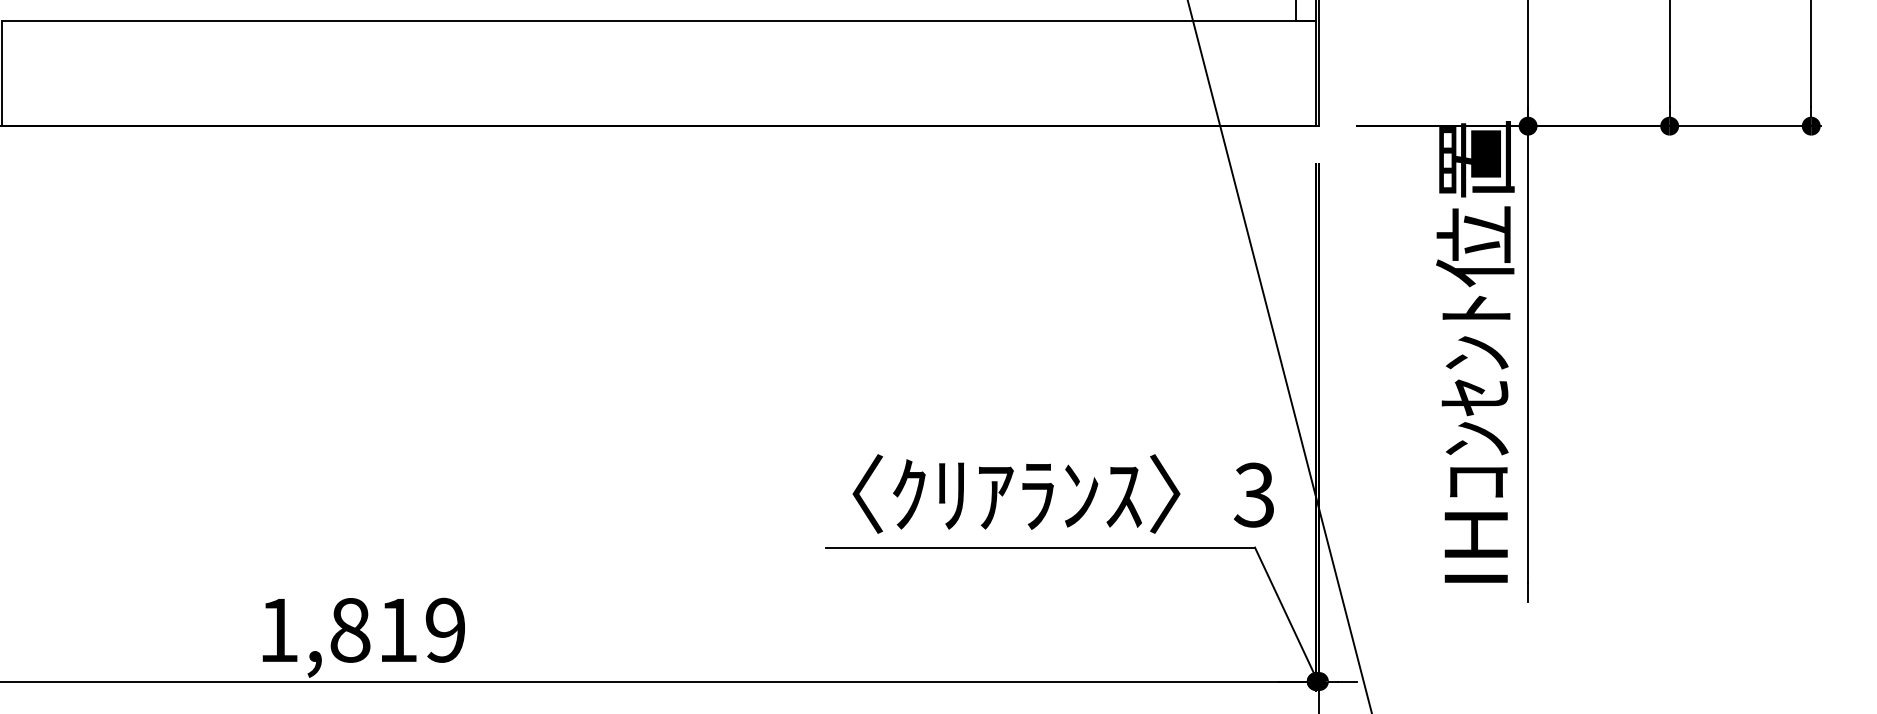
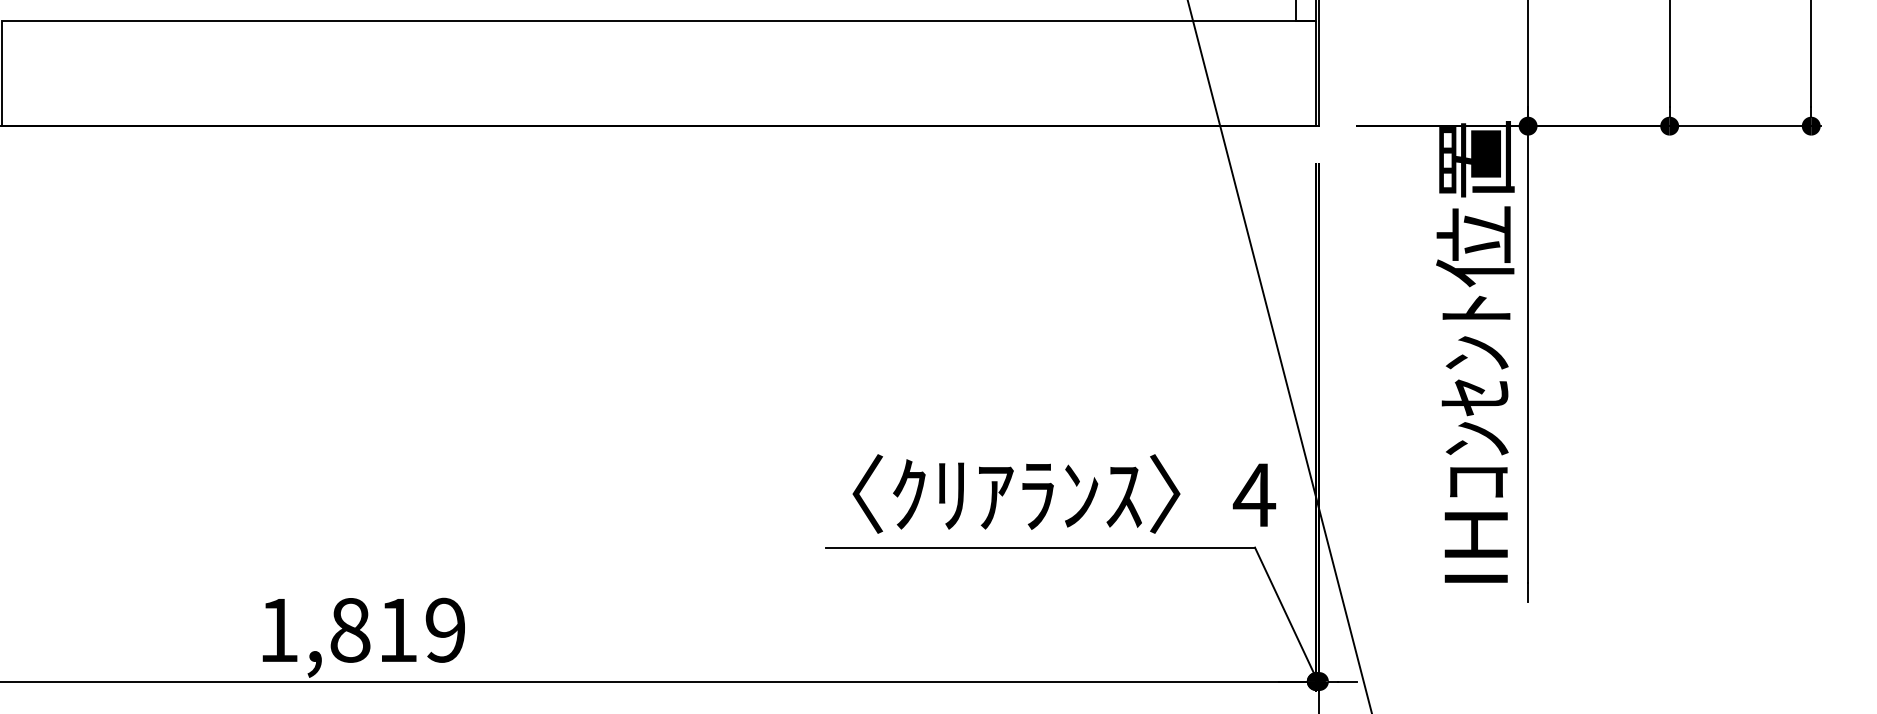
text at (1254, 494): 3 -> 4
